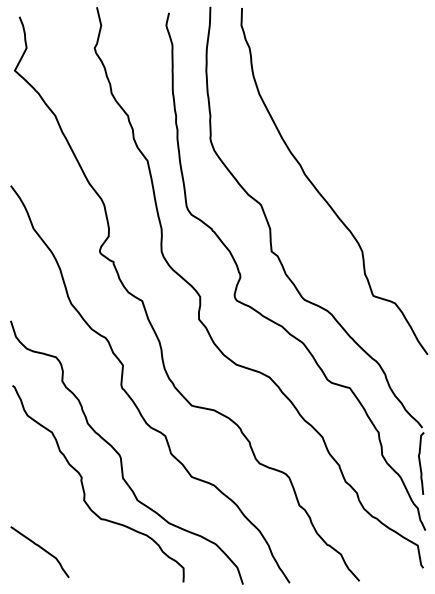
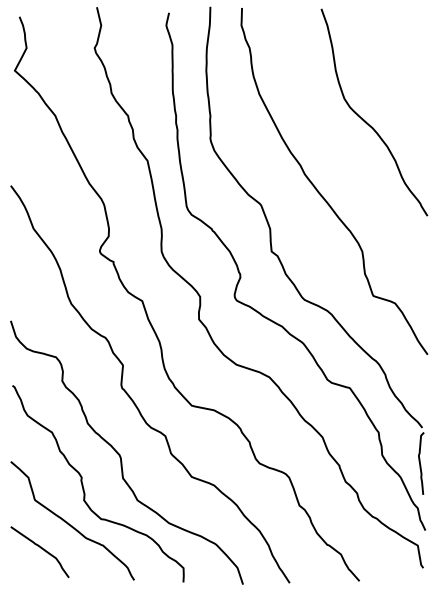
curve at (365, 120): none -> present
curve at (69, 523): none -> present
